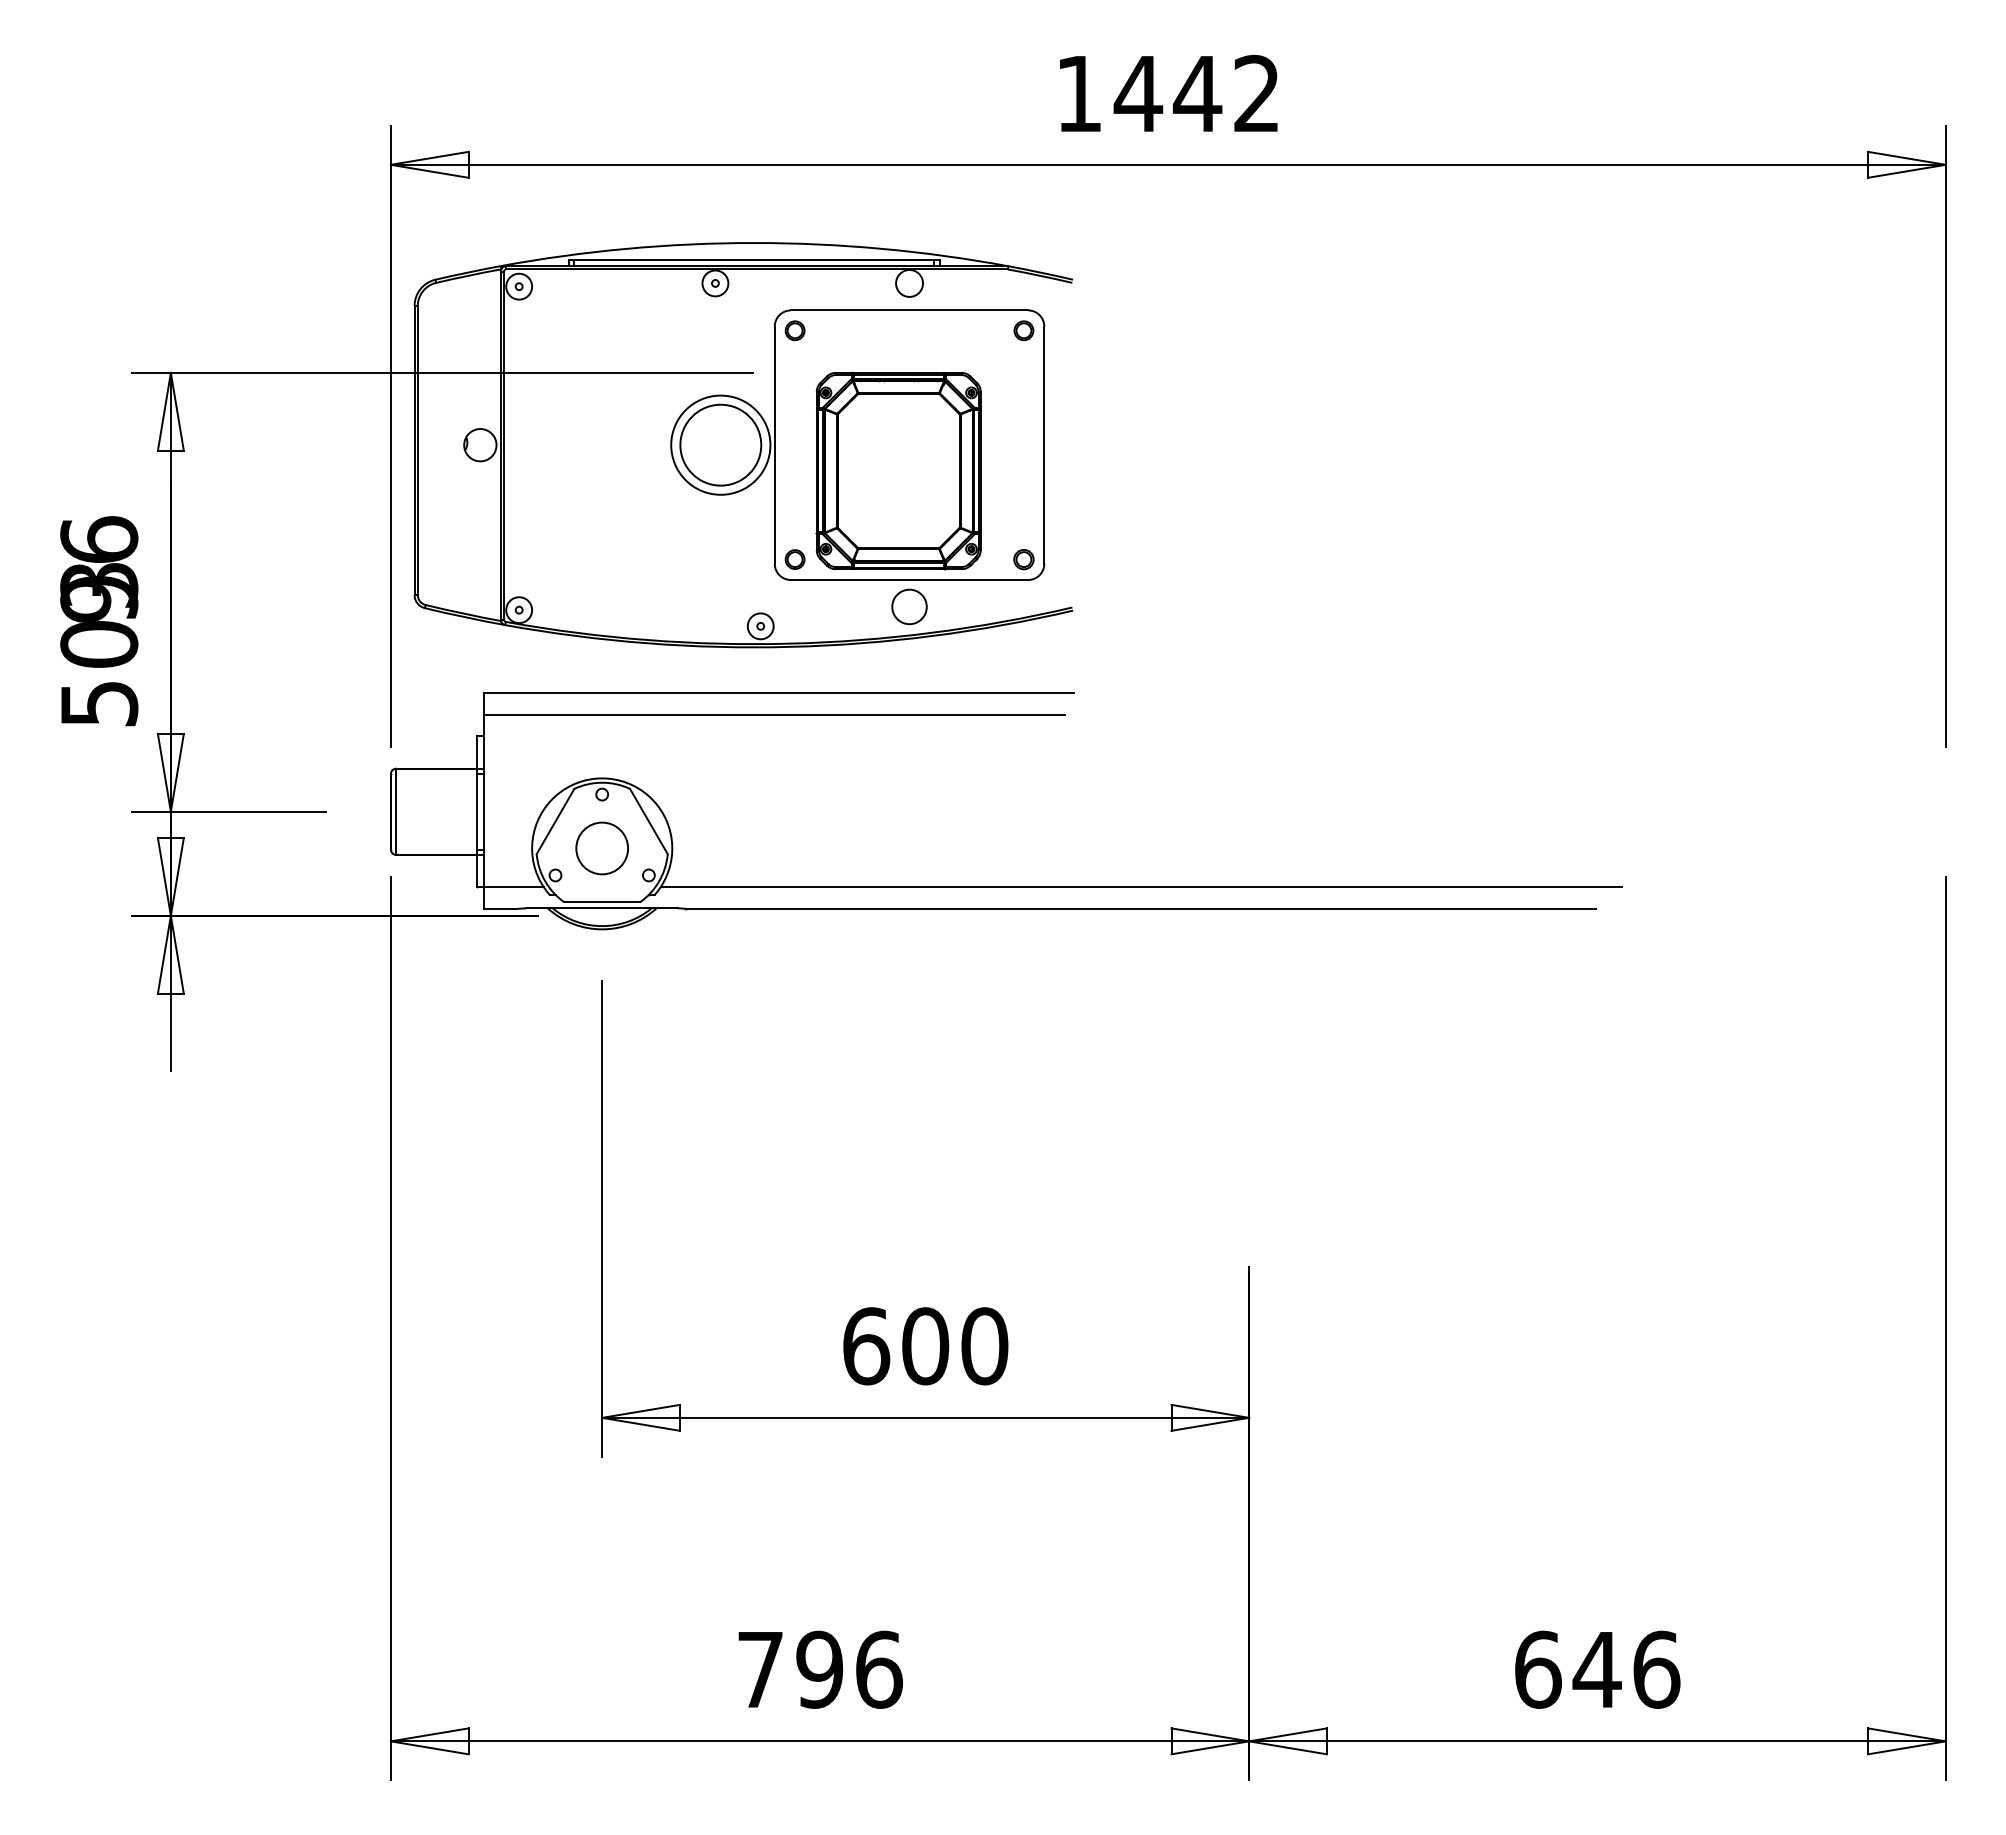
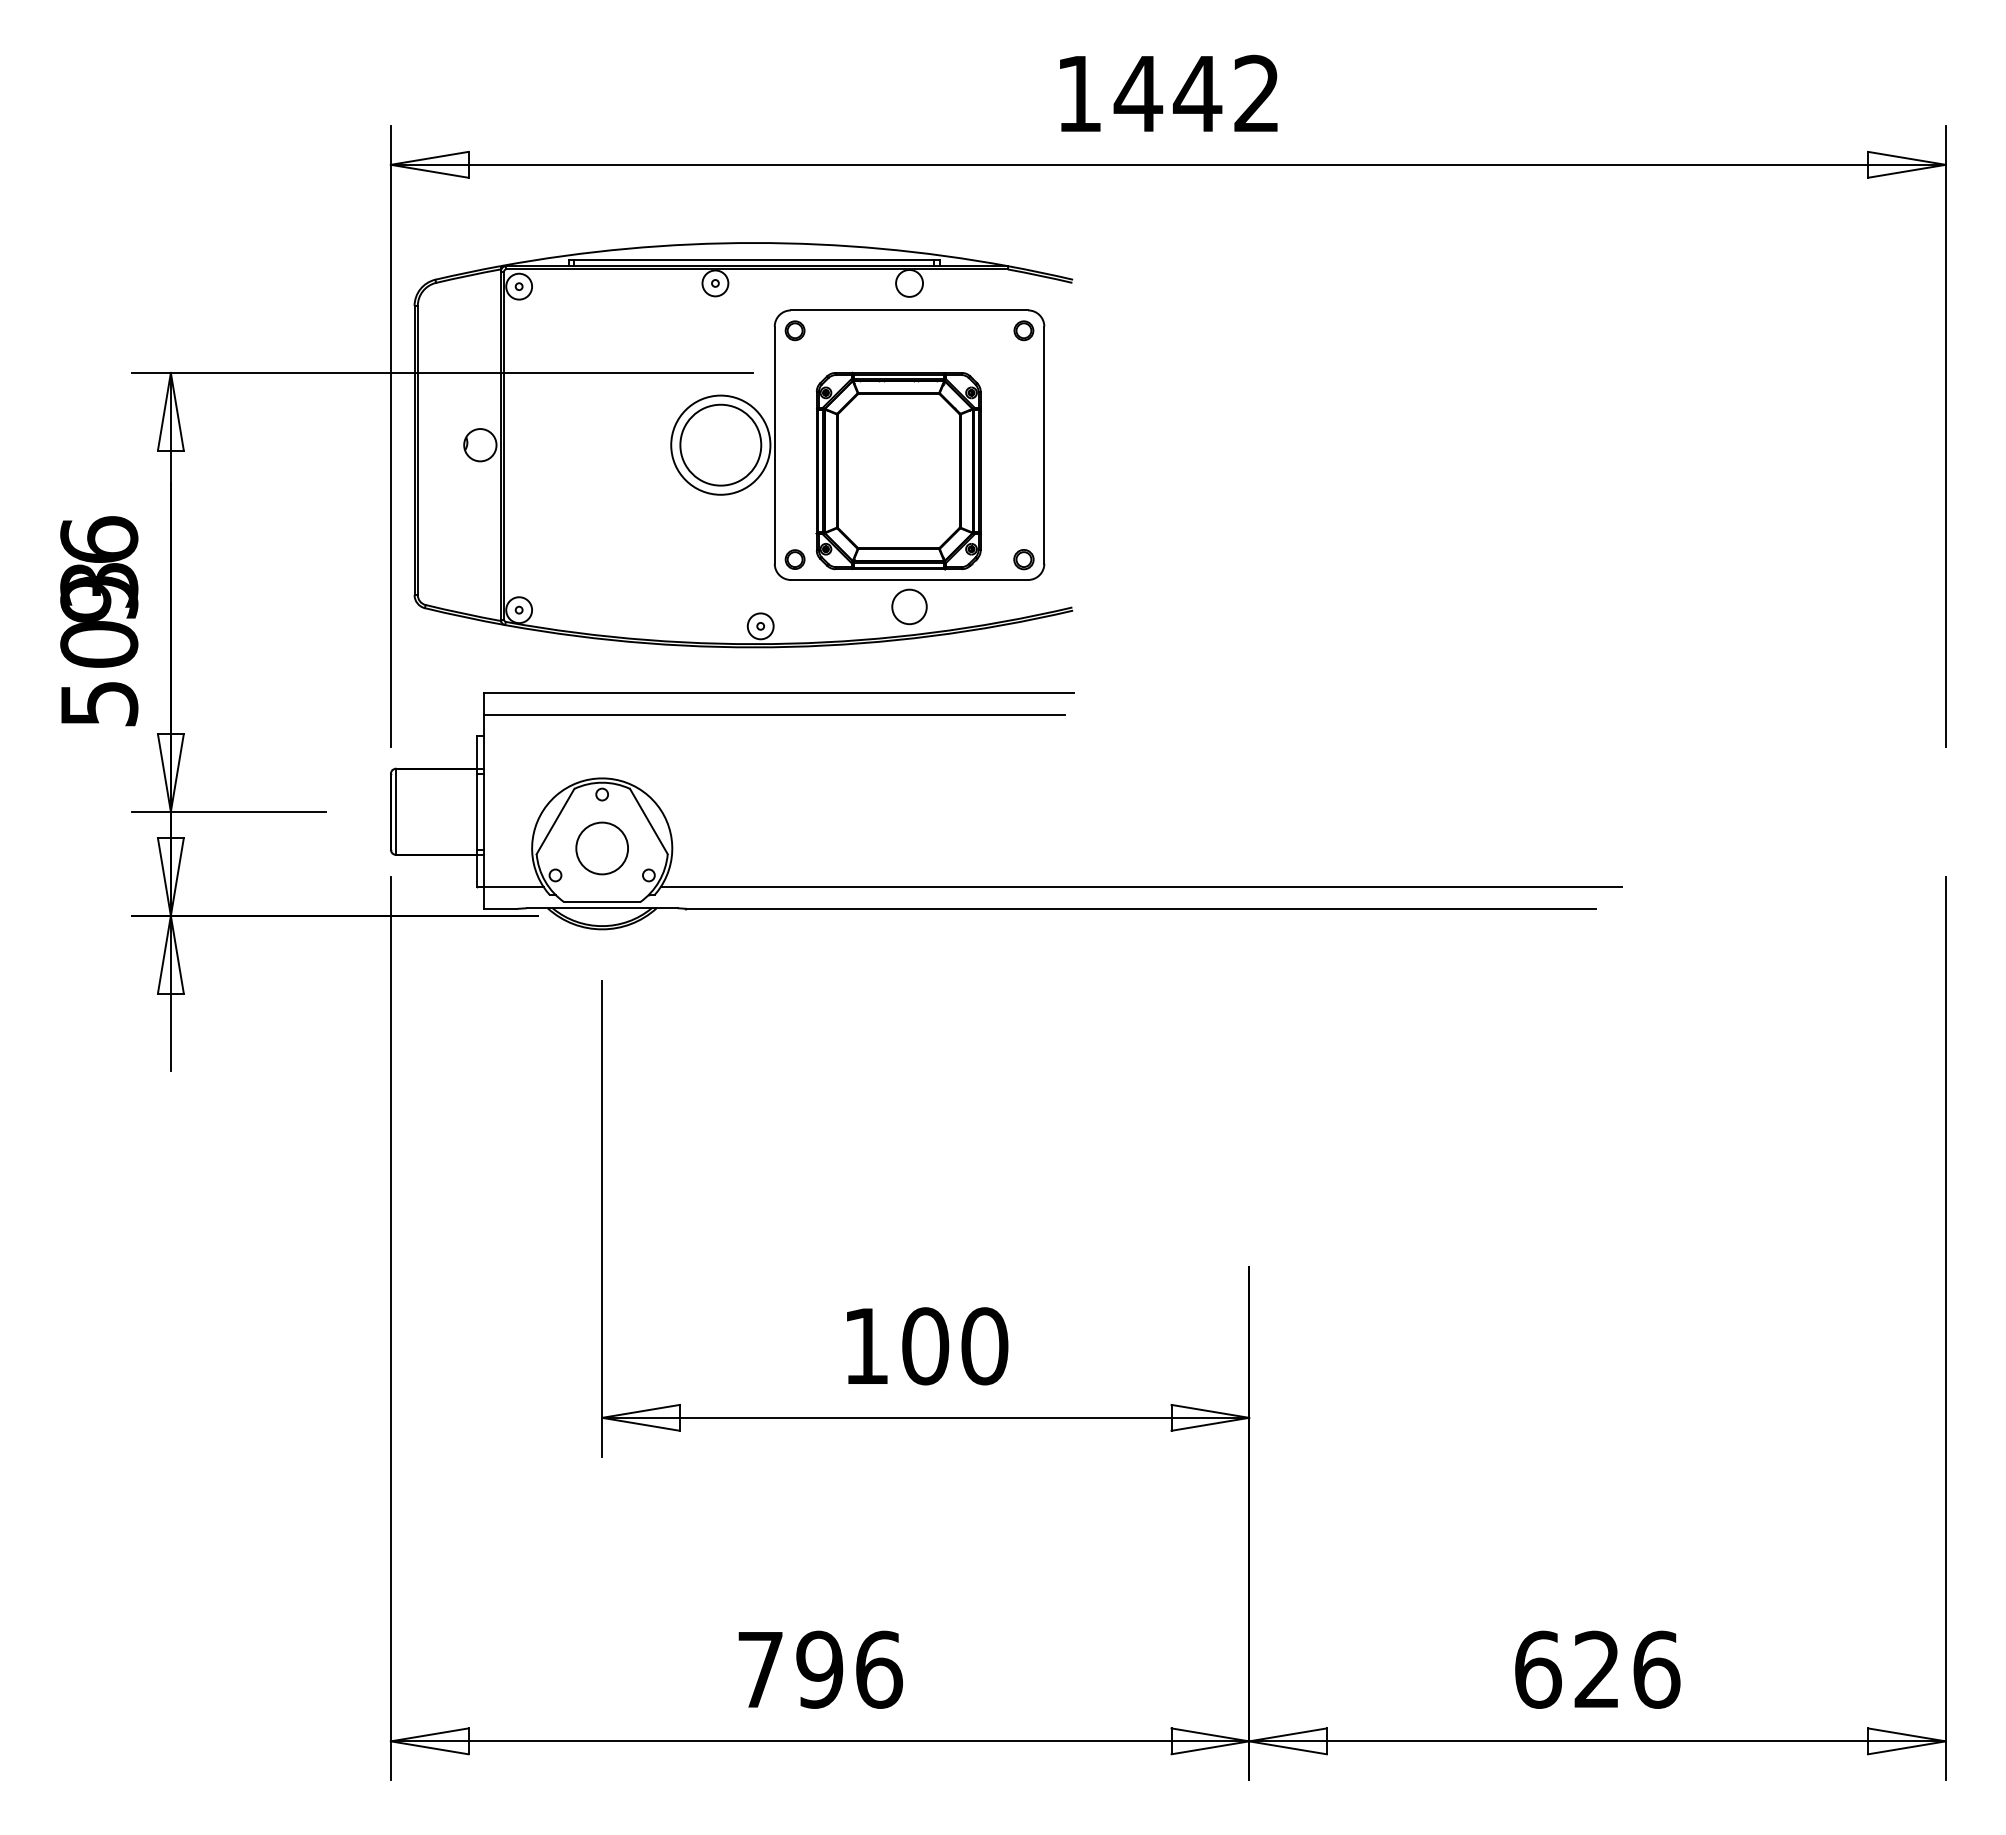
text at (866, 1346): 600 -> 100
text at (1596, 1668): 646 -> 626
